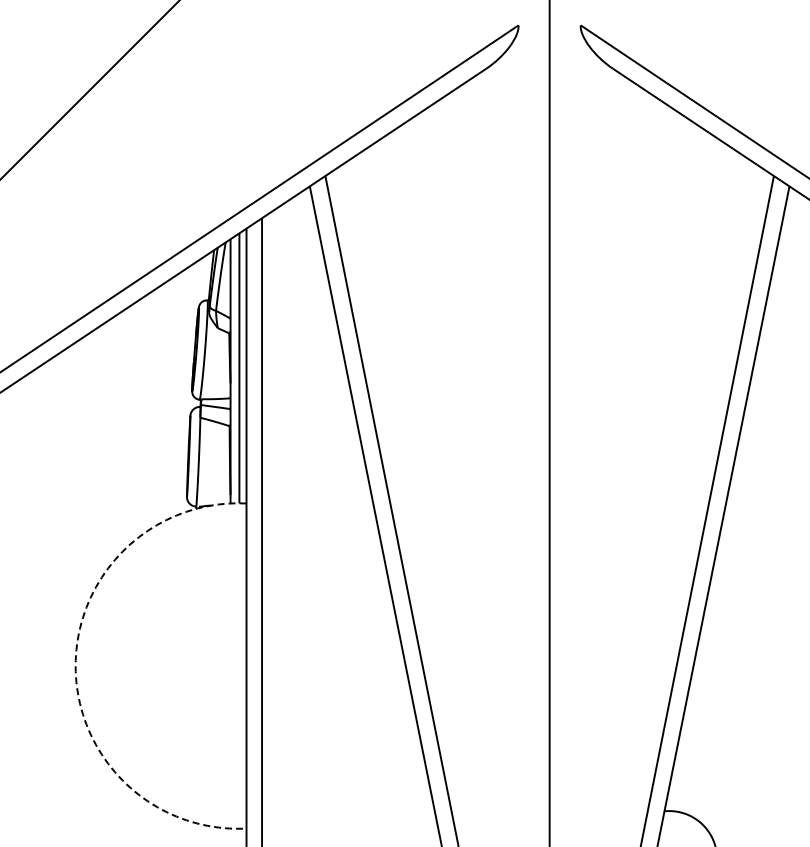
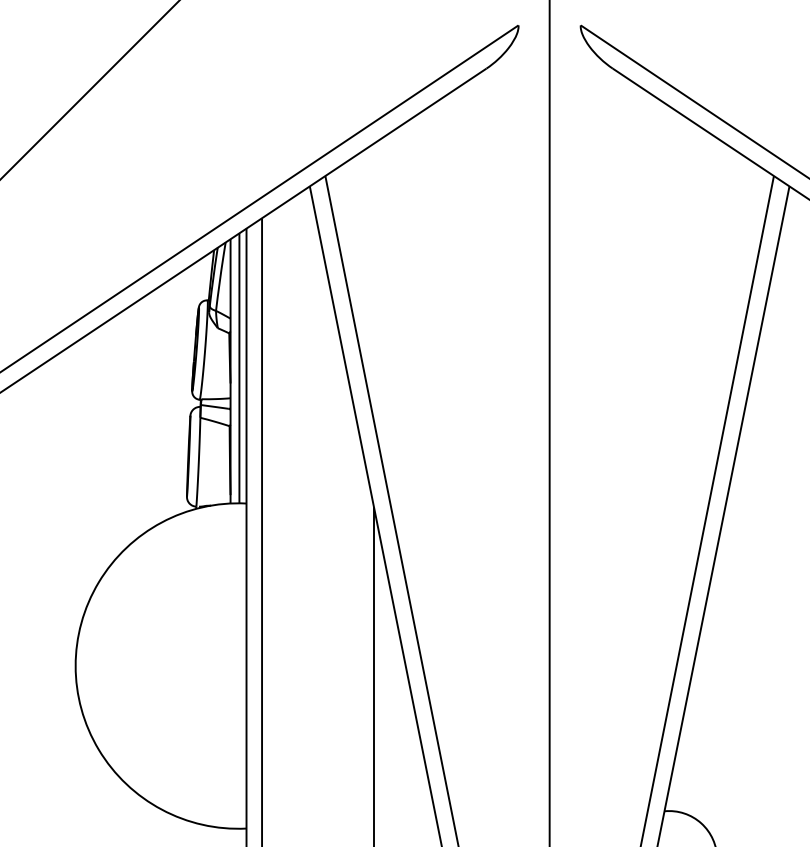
arc at (75, 666): dashed -> solid
line at (374, 675): none -> present
